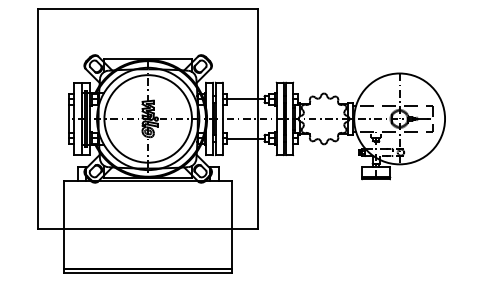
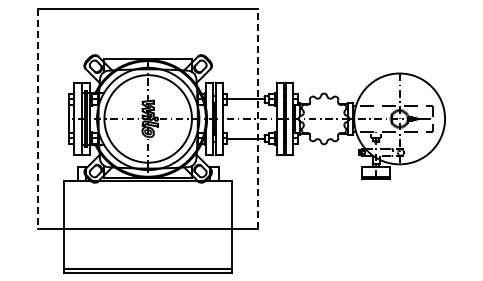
line at (258, 118): solid -> dashed
line at (37, 119): solid -> dashed
